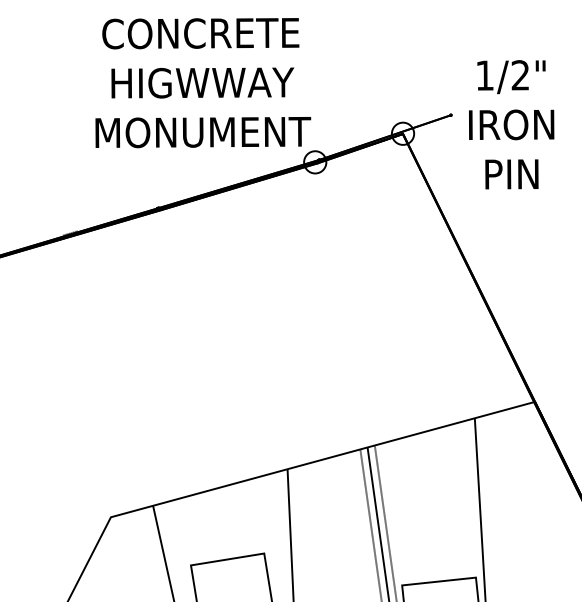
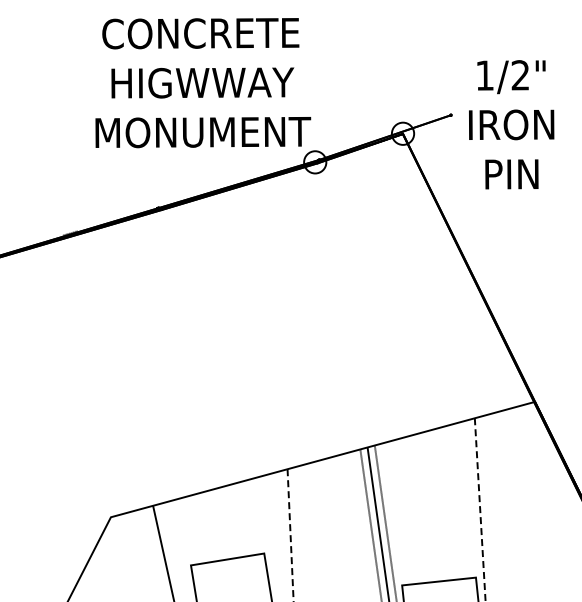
line at (480, 510): solid -> dashed
line at (290, 535): solid -> dashed
